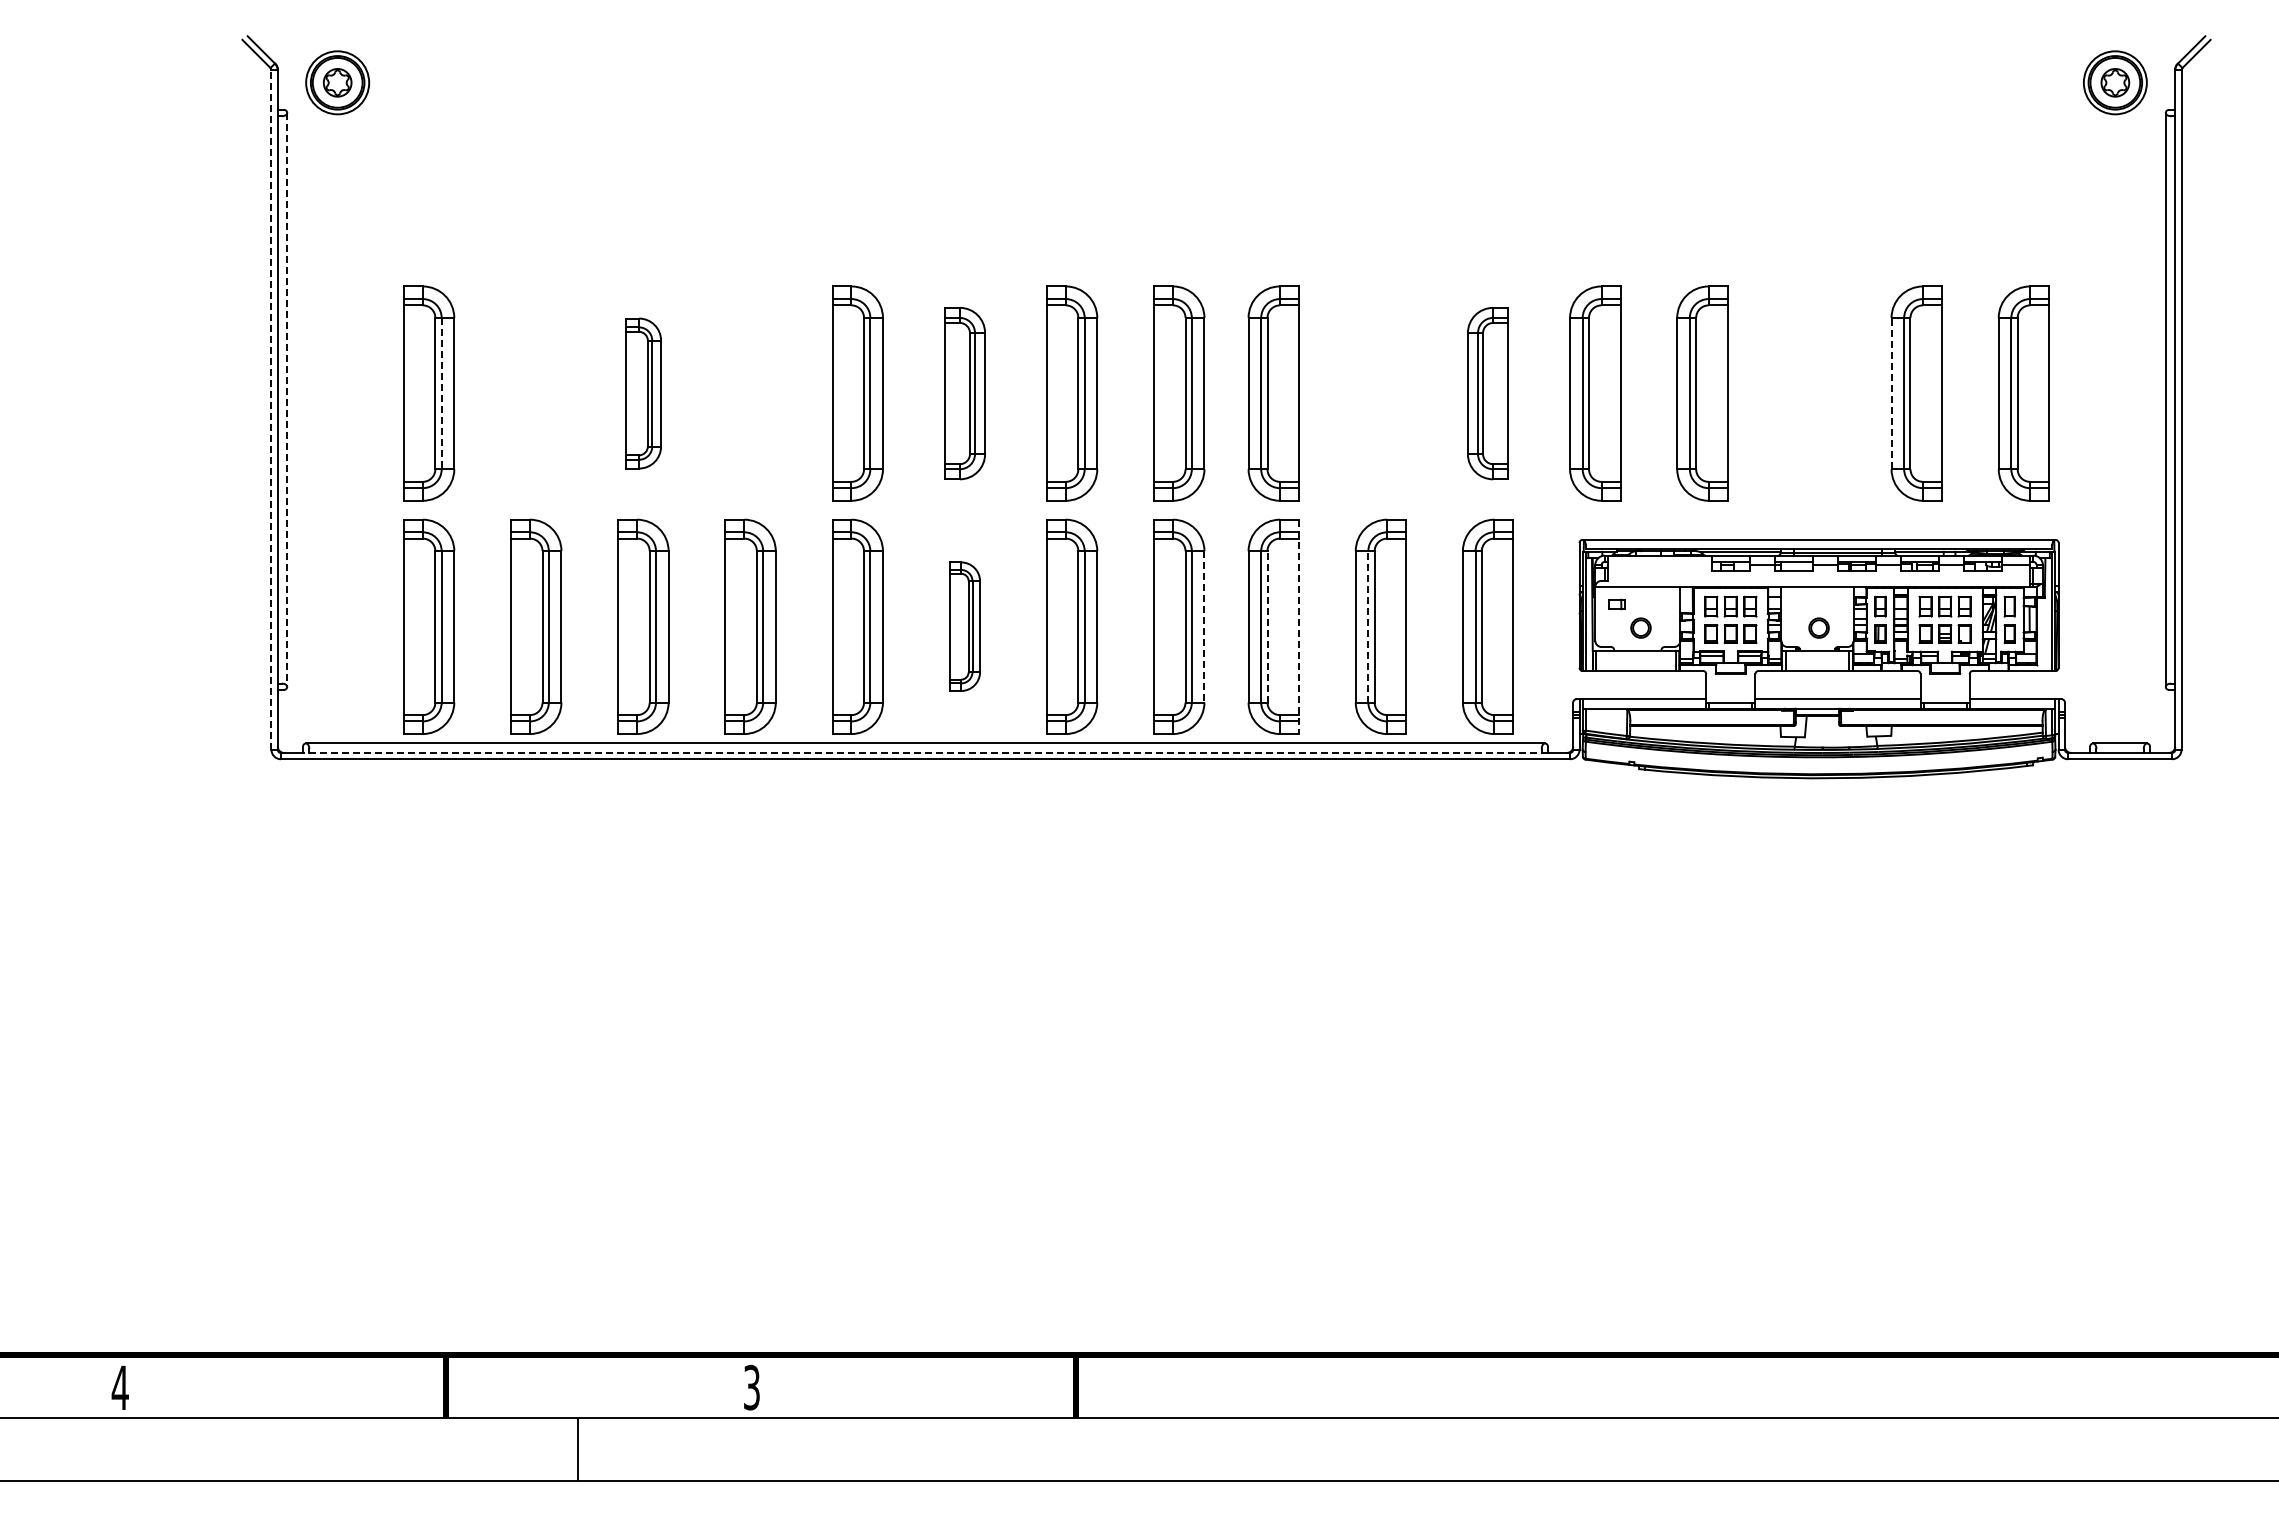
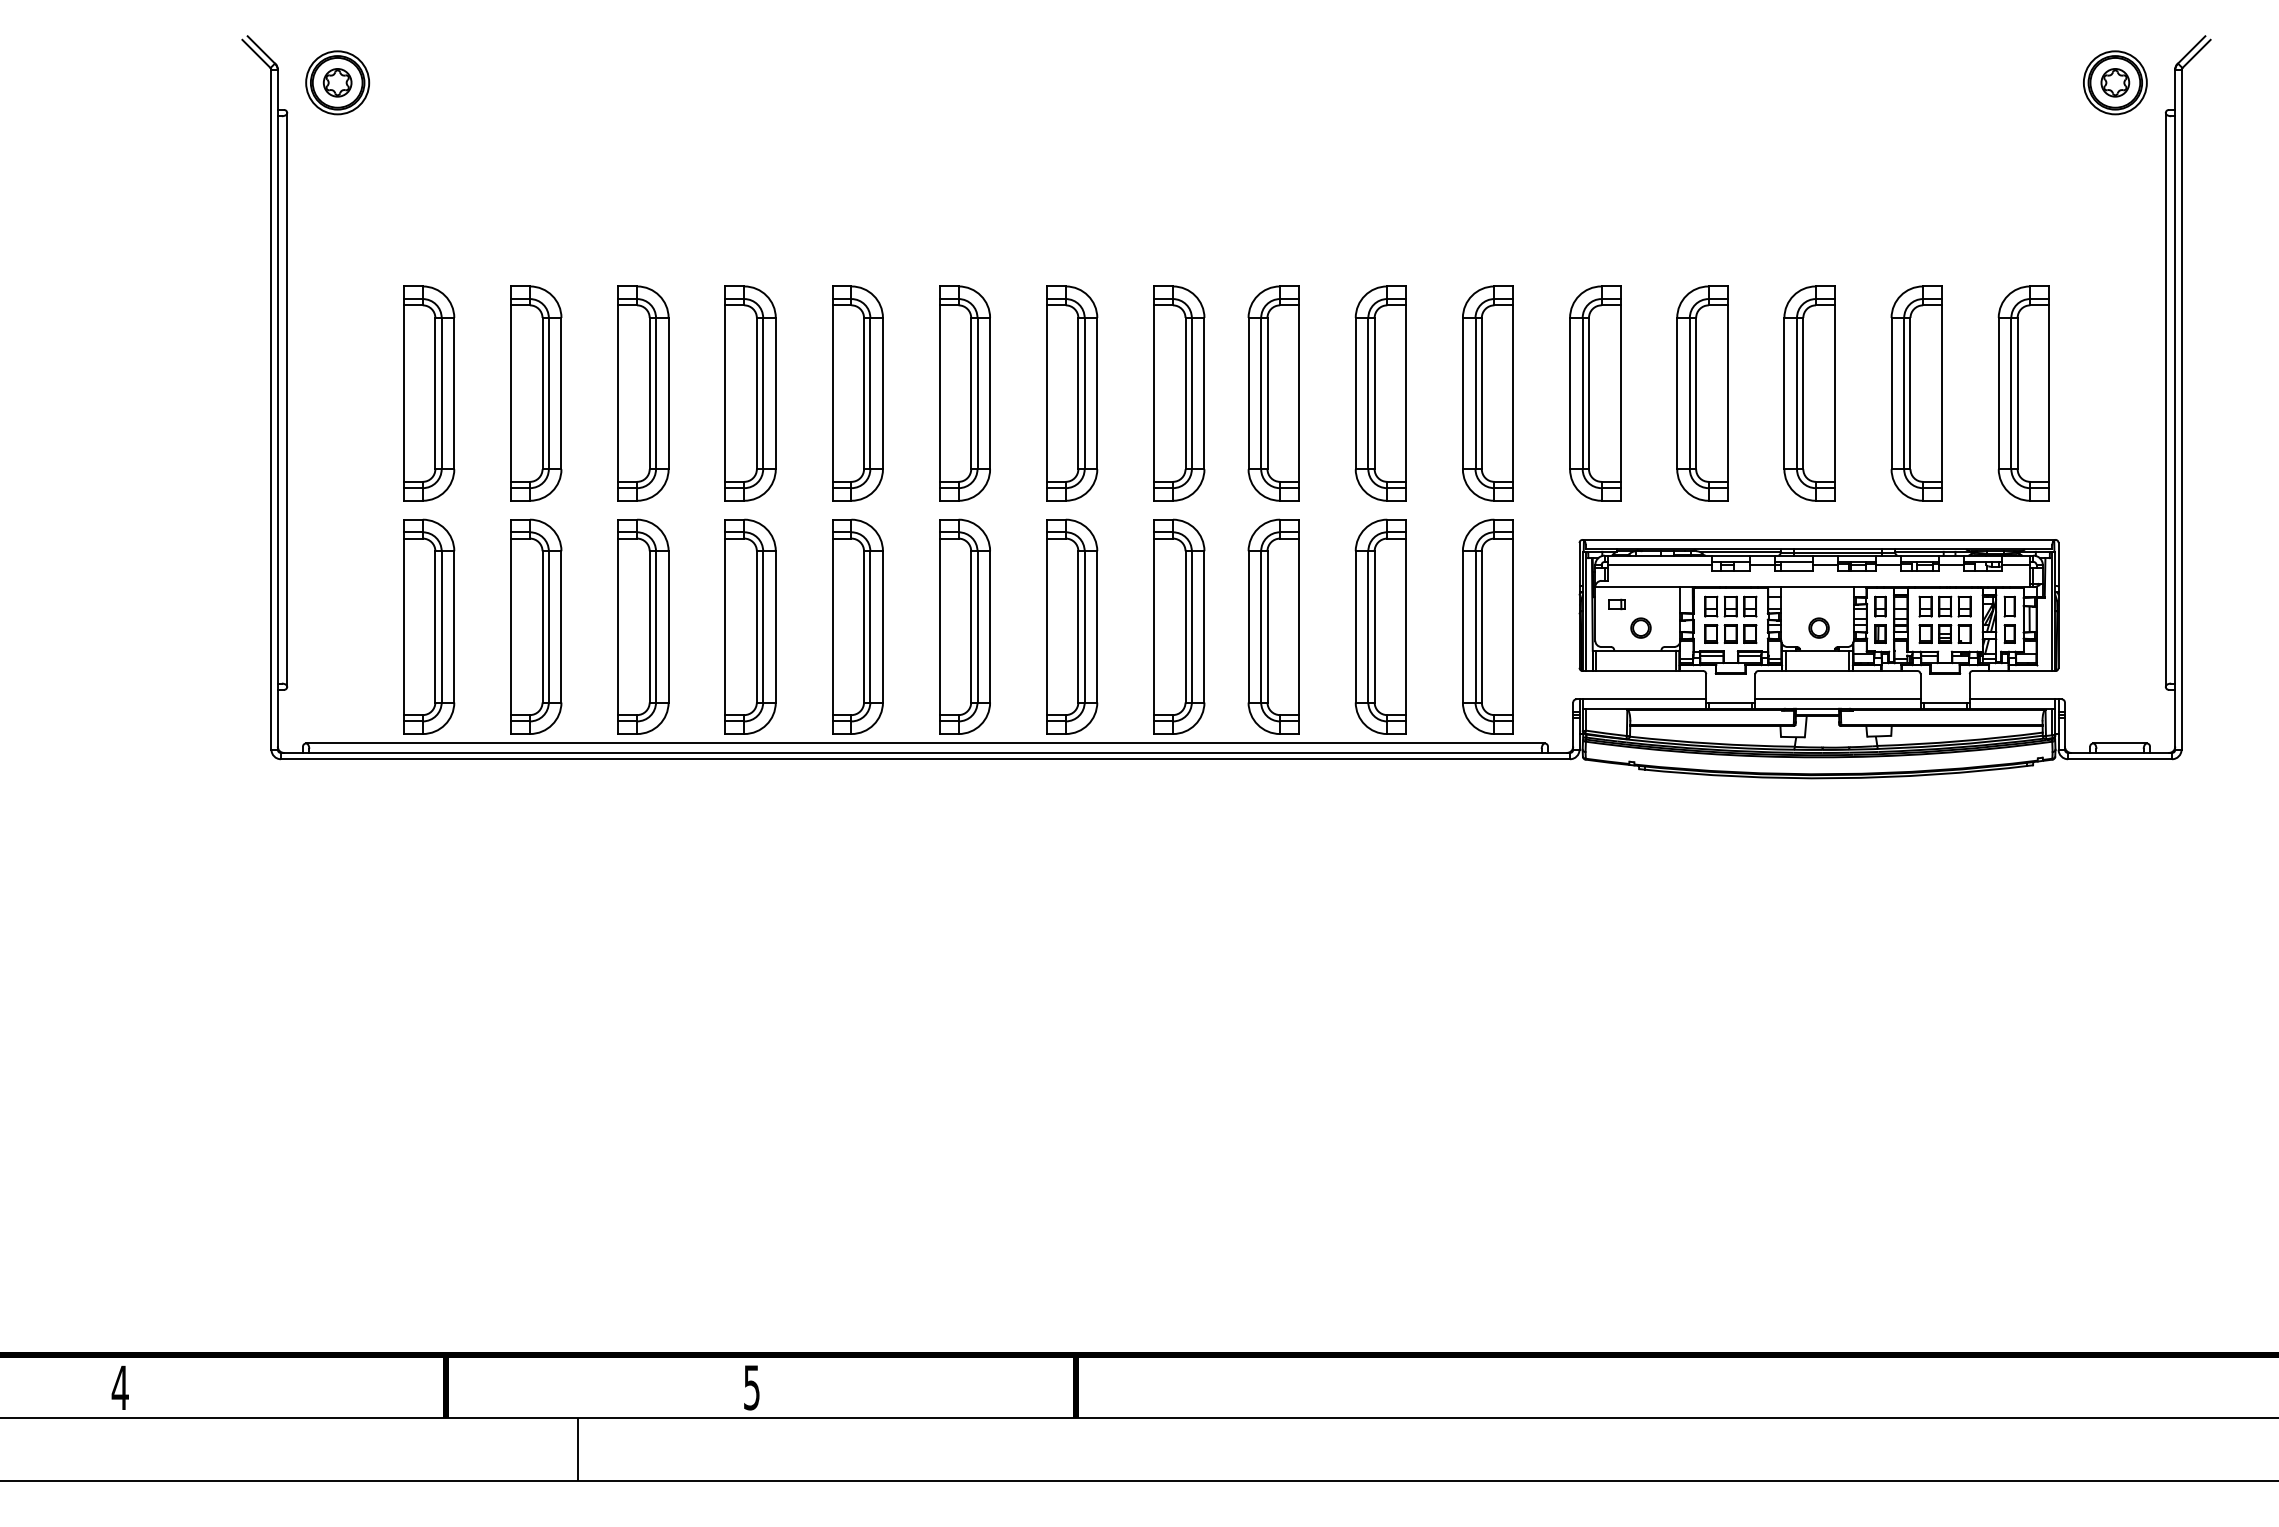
line at (441, 393): dashed -> solid
part at (536, 393): none -> present
part at (643, 393) size: 37x153 px -> 53x217 px
part at (750, 393): none -> present
part at (964, 393) size: 42x174 px -> 52x217 px
part at (1380, 393): none -> present
part at (1487, 393) size: 42x174 px -> 52x217 px
part at (1809, 393): none -> present
line at (1891, 393): dashed -> solid
line at (287, 399): dashed -> solid
line at (271, 410): dashed -> solid
line at (1659, 565): none -> present
part at (964, 626) size: 32x131 px -> 52x217 px
line at (1204, 626): dashed -> solid
line at (1267, 626): dashed -> solid
line at (1368, 626): dashed -> solid
line at (1299, 627): dashed -> solid
line at (925, 752): dashed -> solid
text at (751, 1386): 3 -> 5
